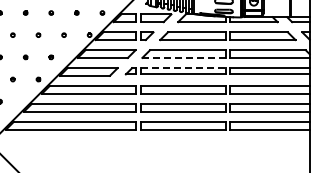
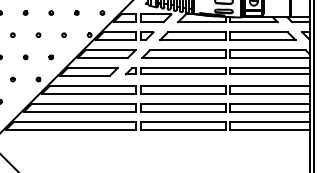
line at (184, 57): dashed -> solid
line at (183, 68): dashed -> solid
line at (313, 85): none -> present
